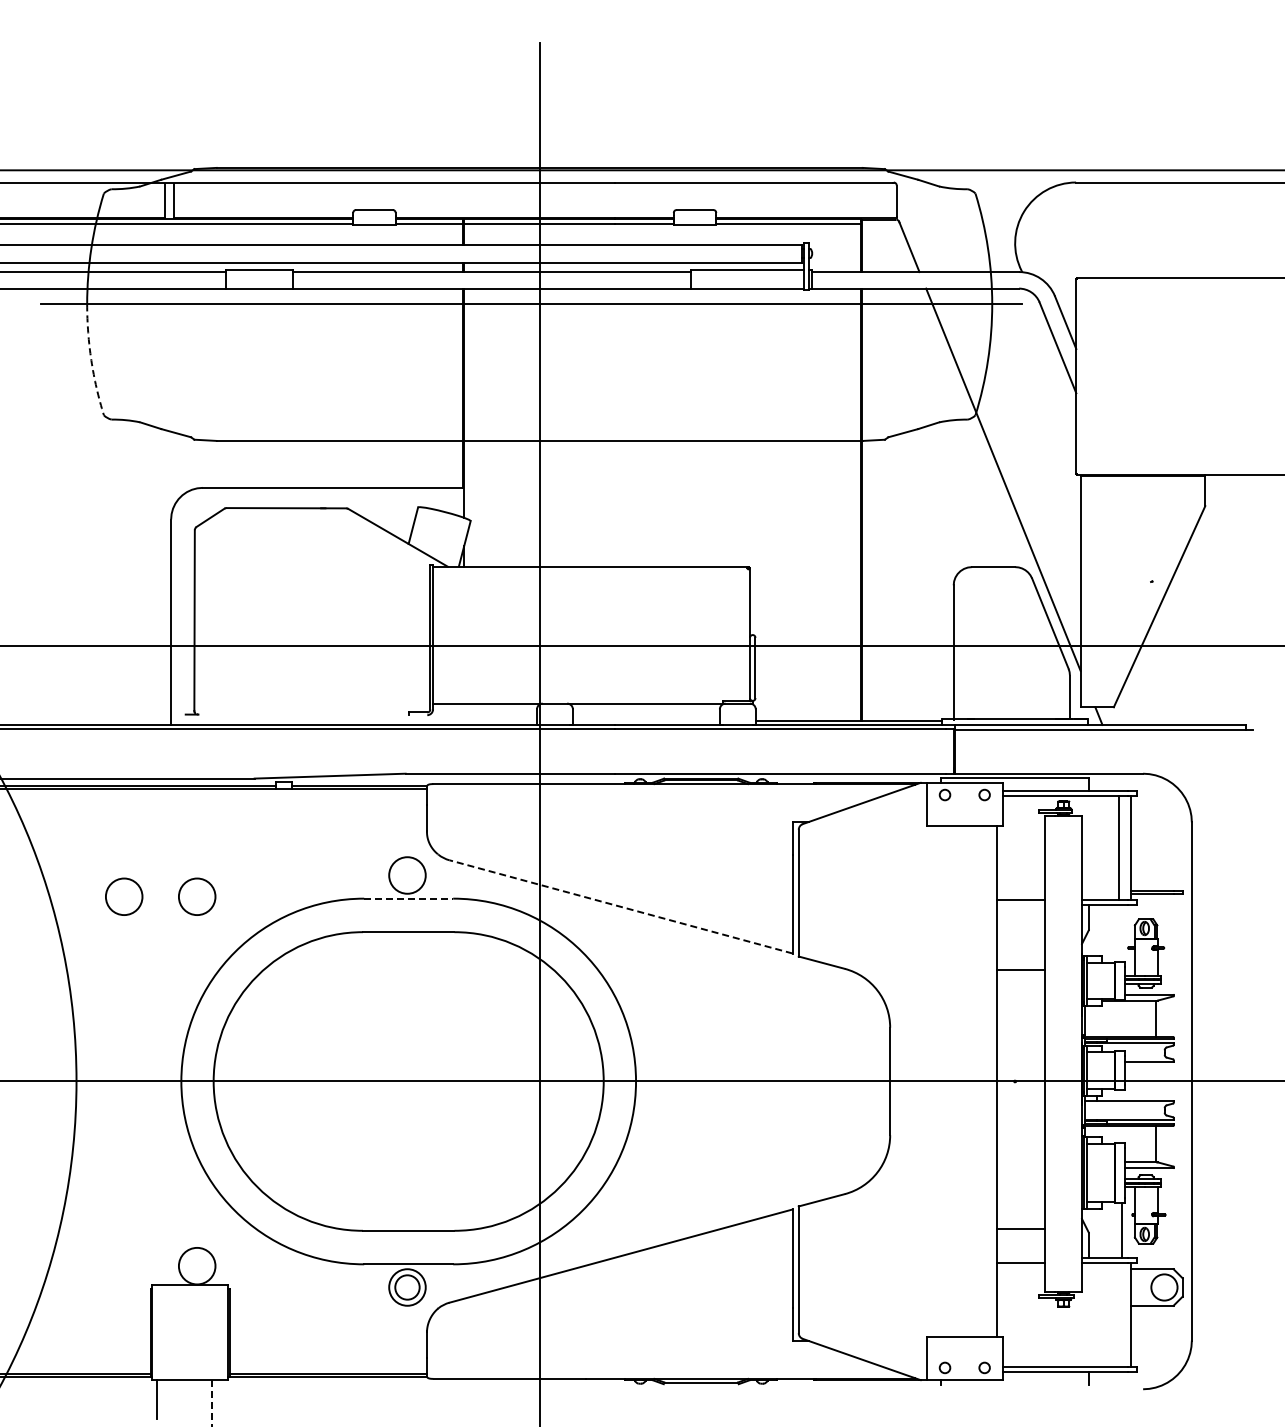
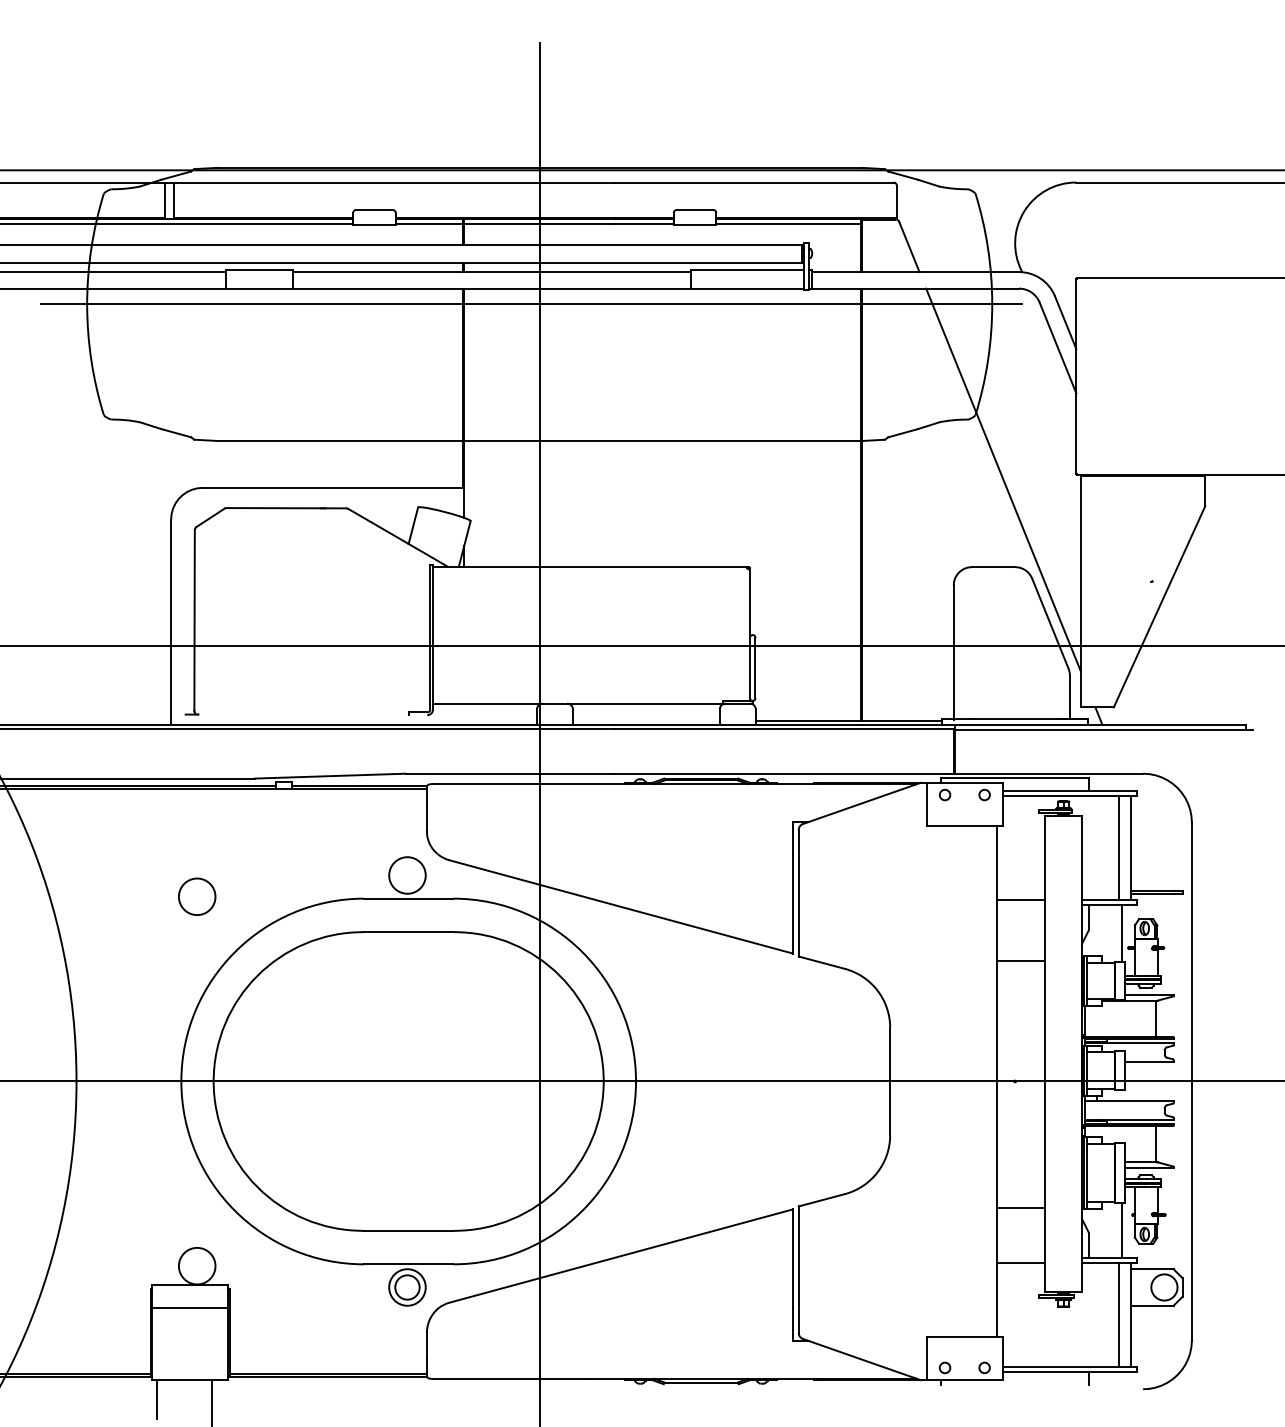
arc at (91, 360): dashed -> solid
circle at (124, 896): present -> none
line at (409, 898): dashed -> solid
line at (621, 906): dashed -> solid
line at (1121, 932): none -> present
line at (1020, 969) position: (1020, 969) -> (1020, 960)
line at (1020, 1229) position: (1020, 1229) -> (1020, 1208)
line at (189, 1307): none -> present
line at (1118, 1315): none -> present
line at (212, 1403): dashed -> solid
